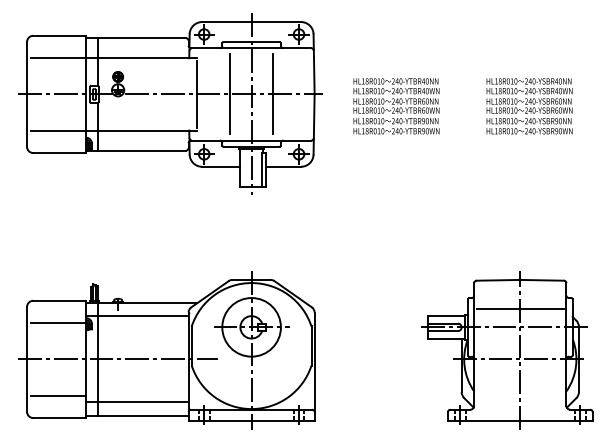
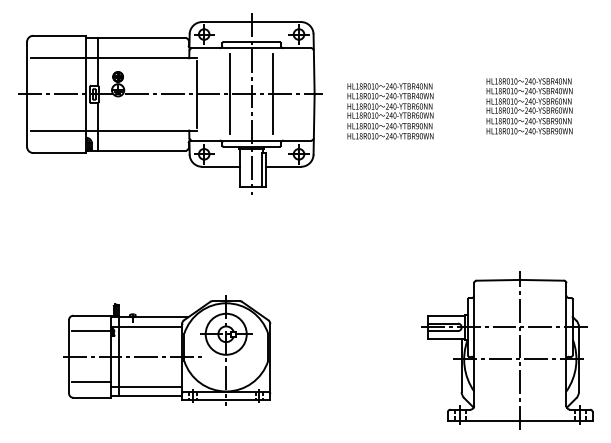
text at (396, 106) position: (396, 106) -> (390, 111)
line at (520, 309): present -> none
part at (166, 350) size: 298x159 px -> 209x111 px
